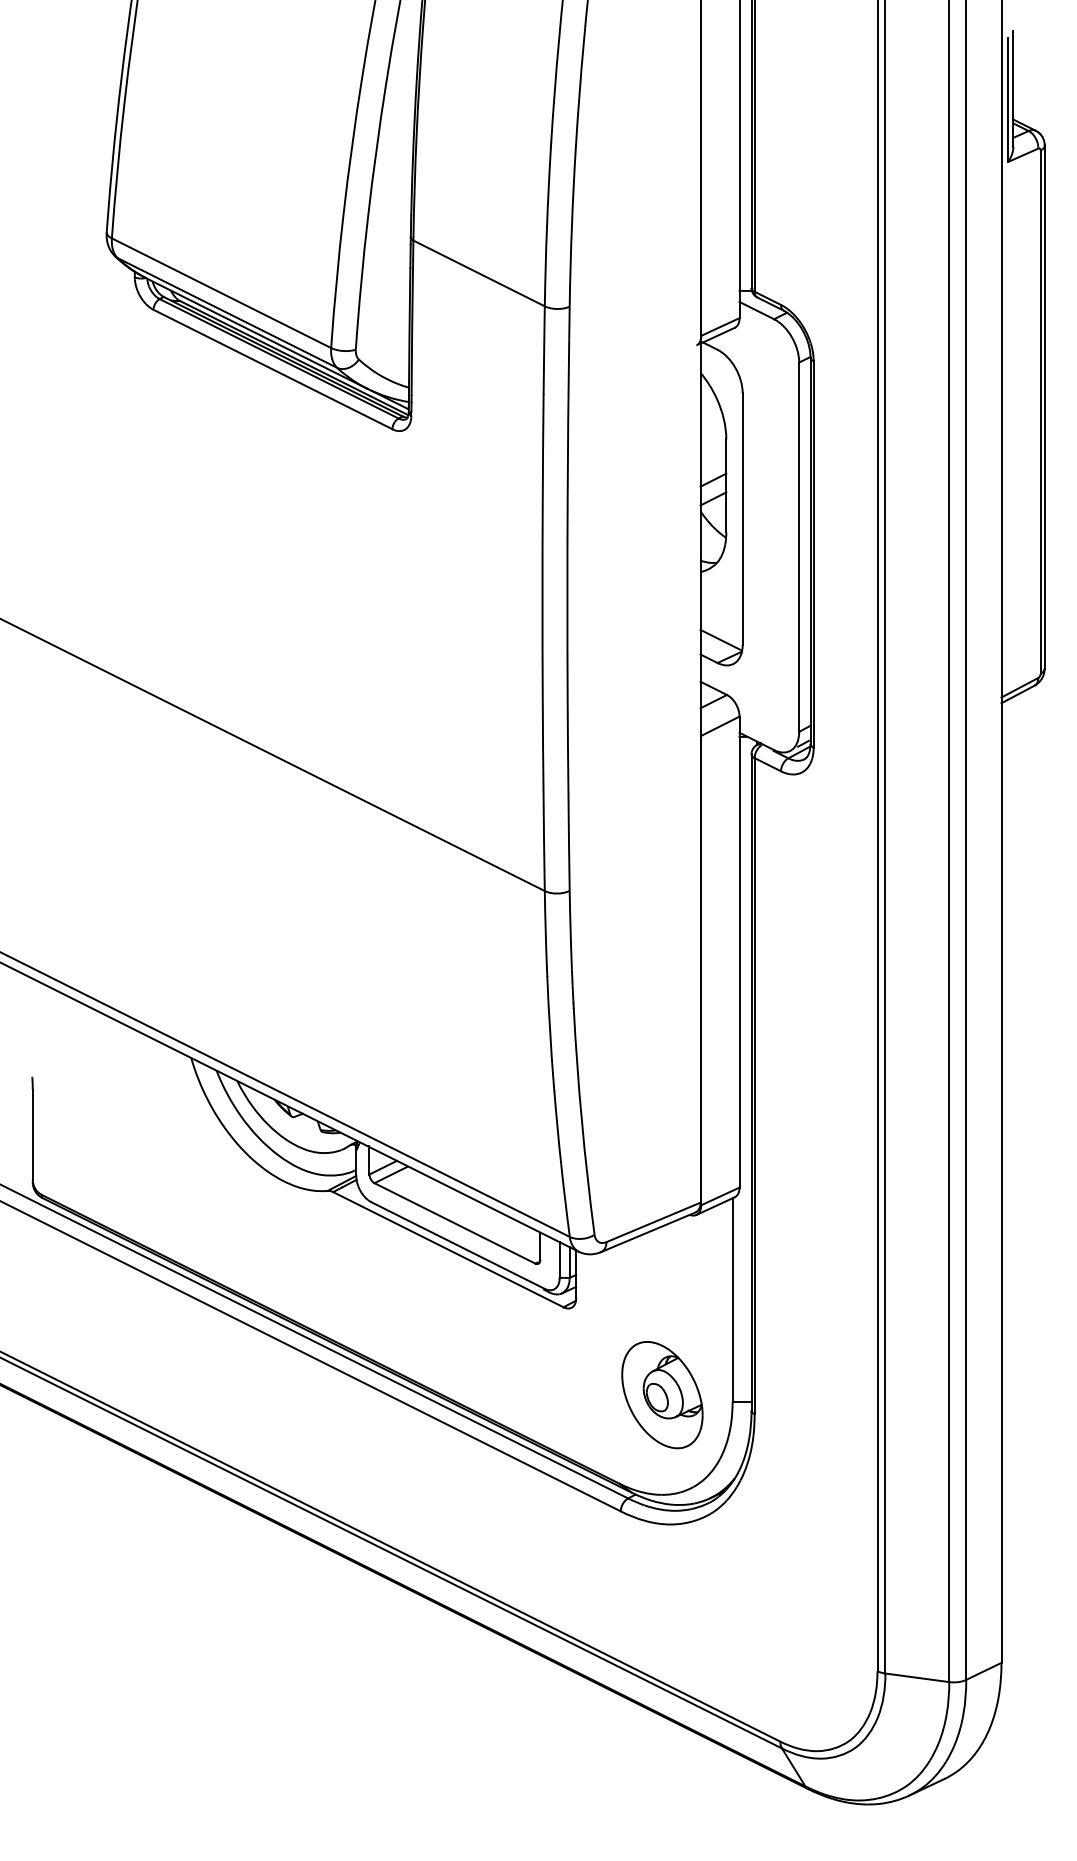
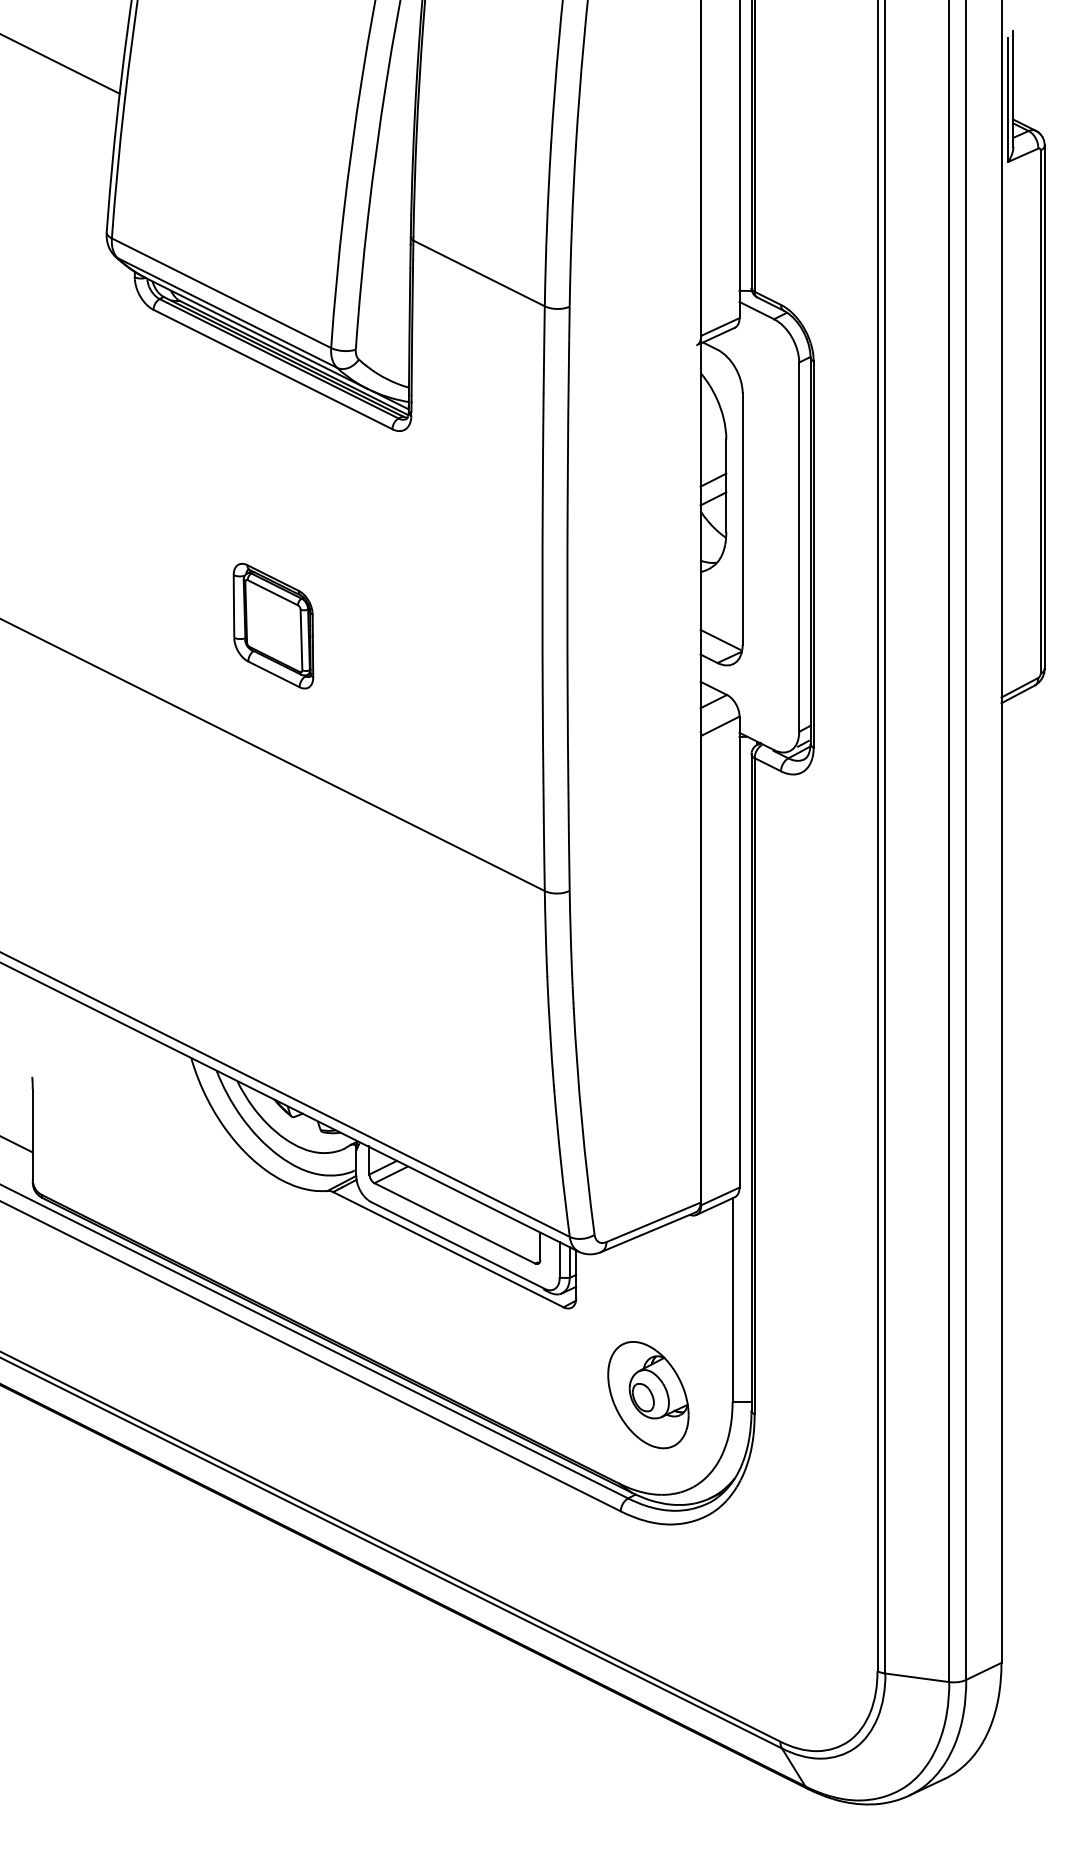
line at (60, 64): none -> present
part at (273, 625): none -> present
line at (17, 1144): none -> present
part at (662, 1395) position: (662, 1395) -> (648, 1395)
